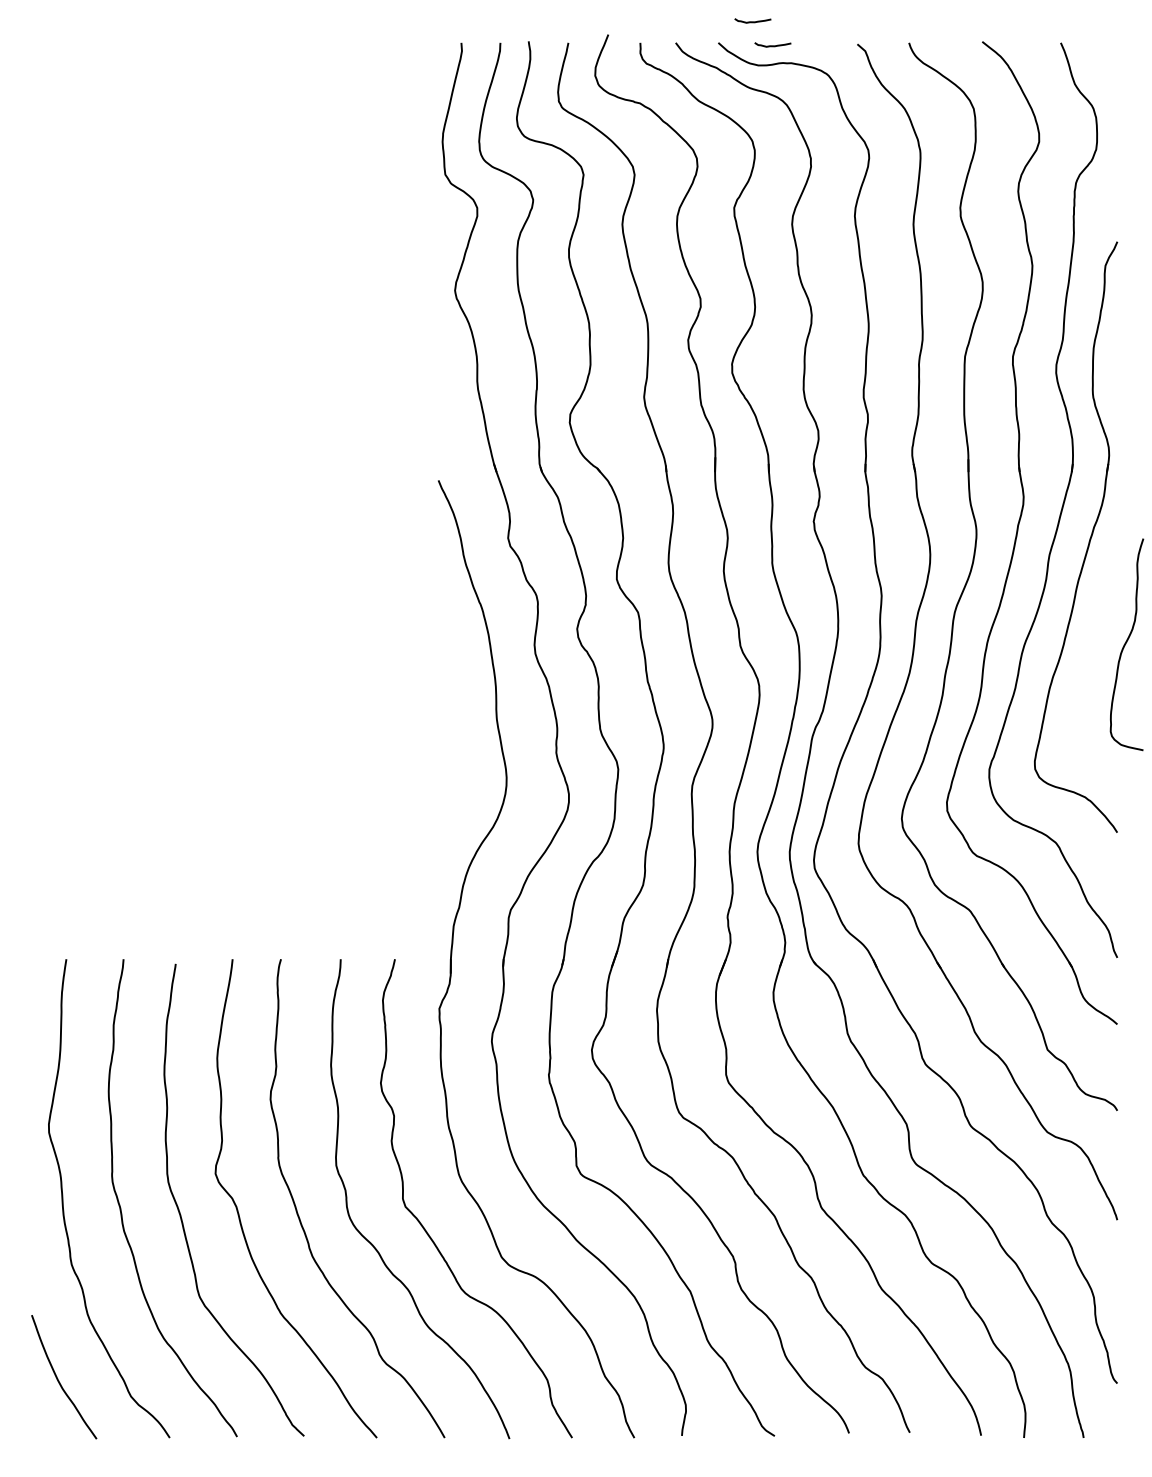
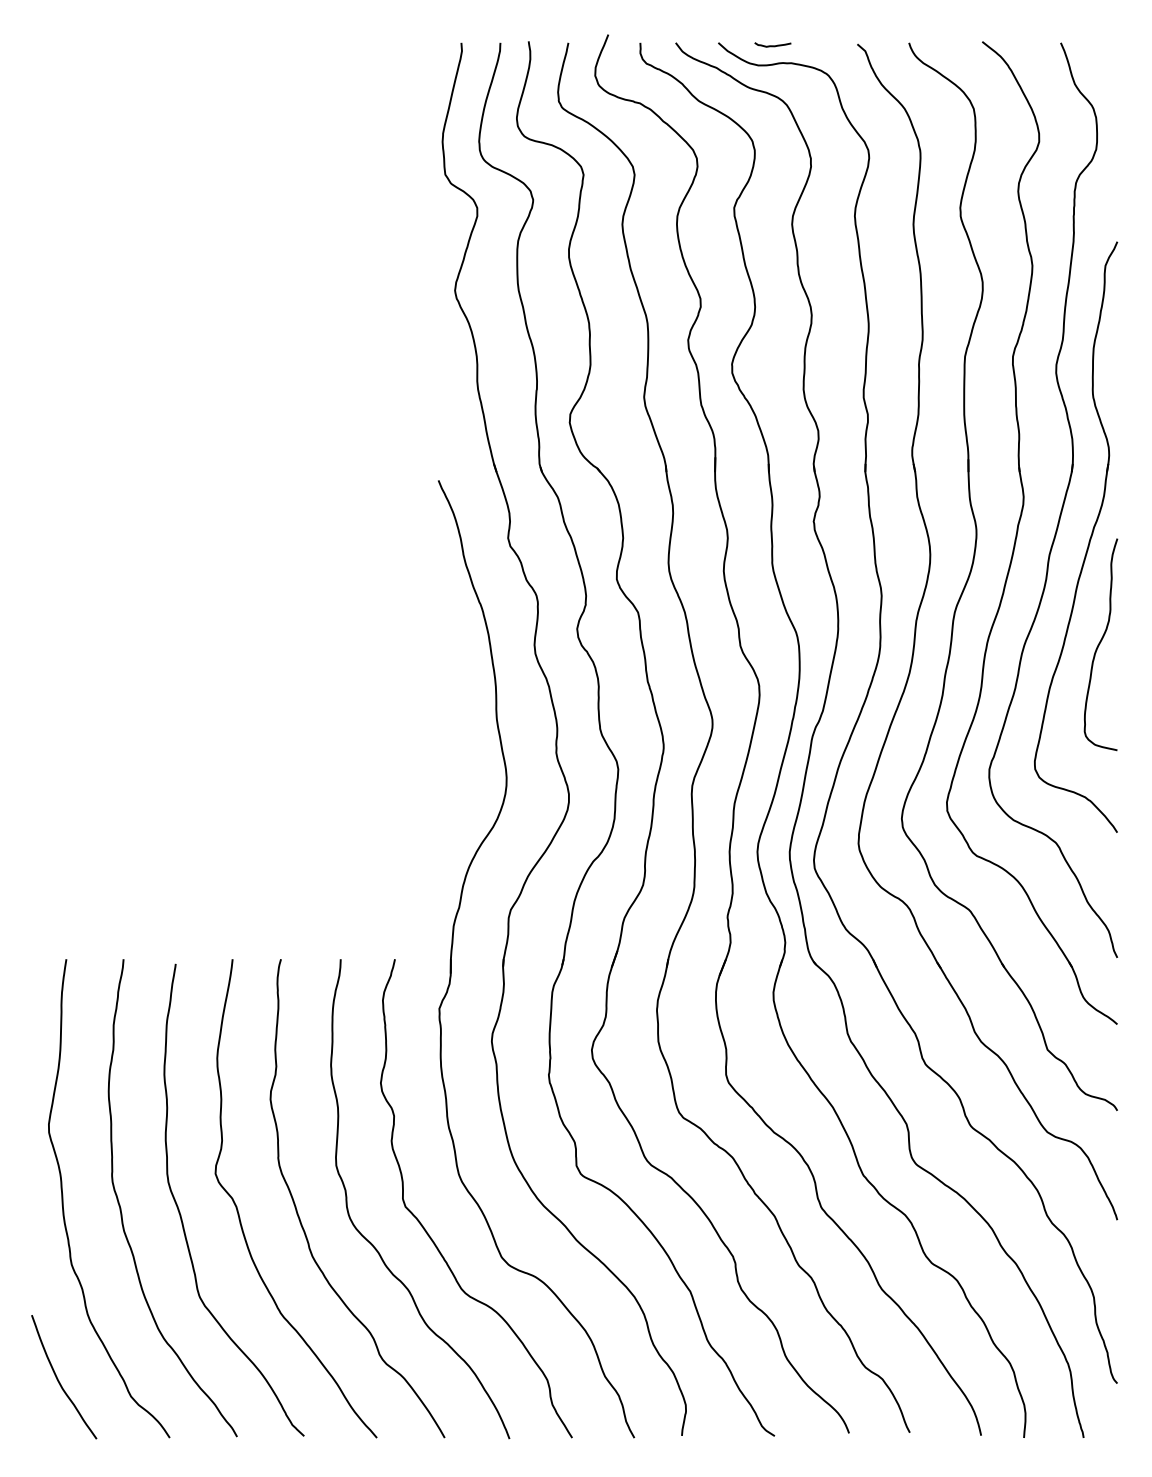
curve at (752, 21): present -> none
curve at (1126, 644) position: (1126, 644) -> (1100, 644)
